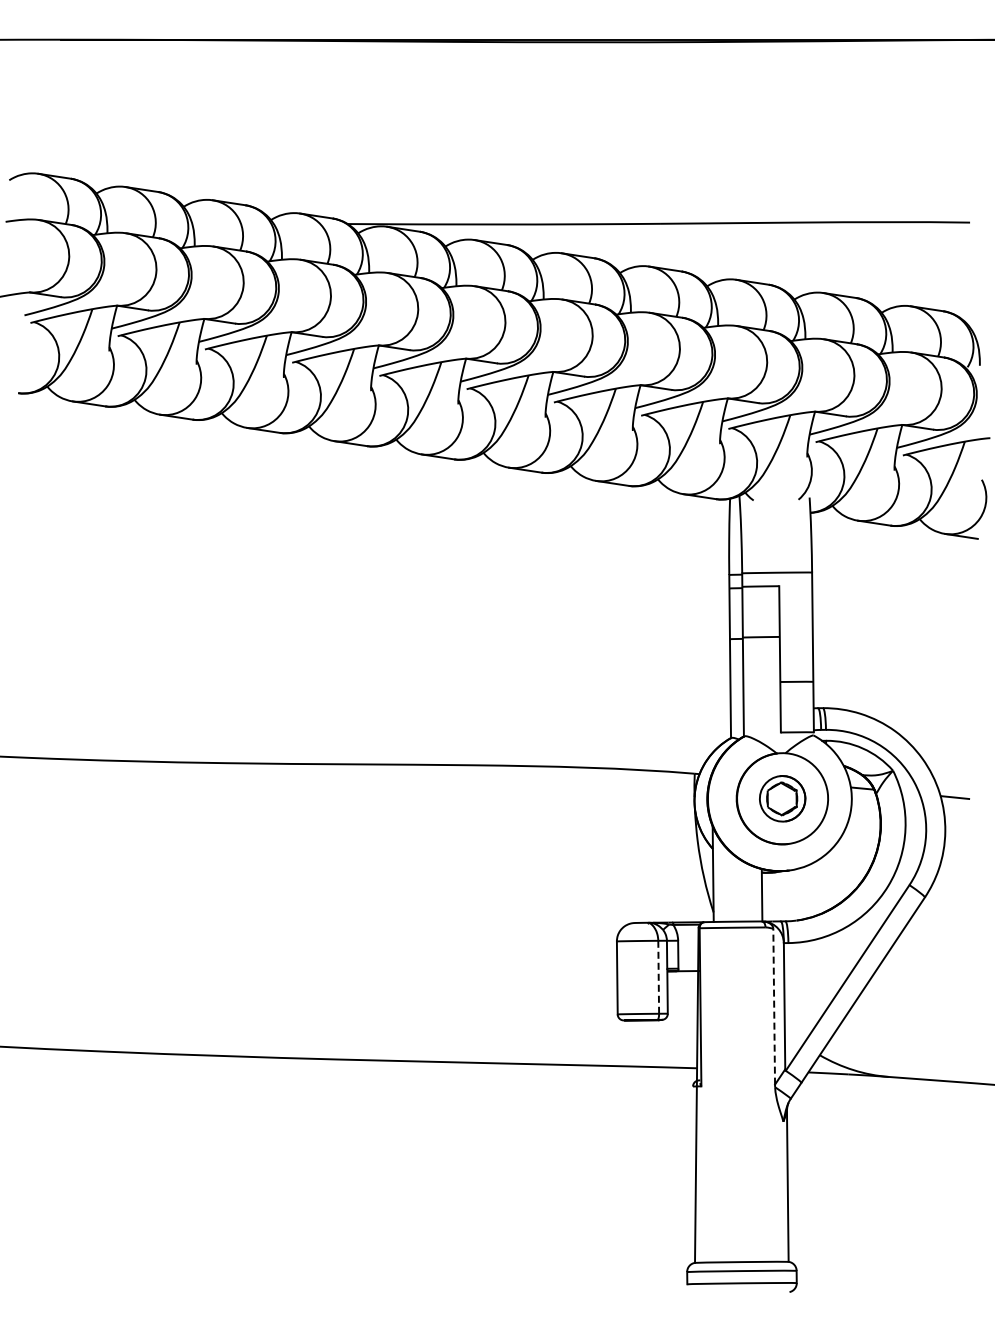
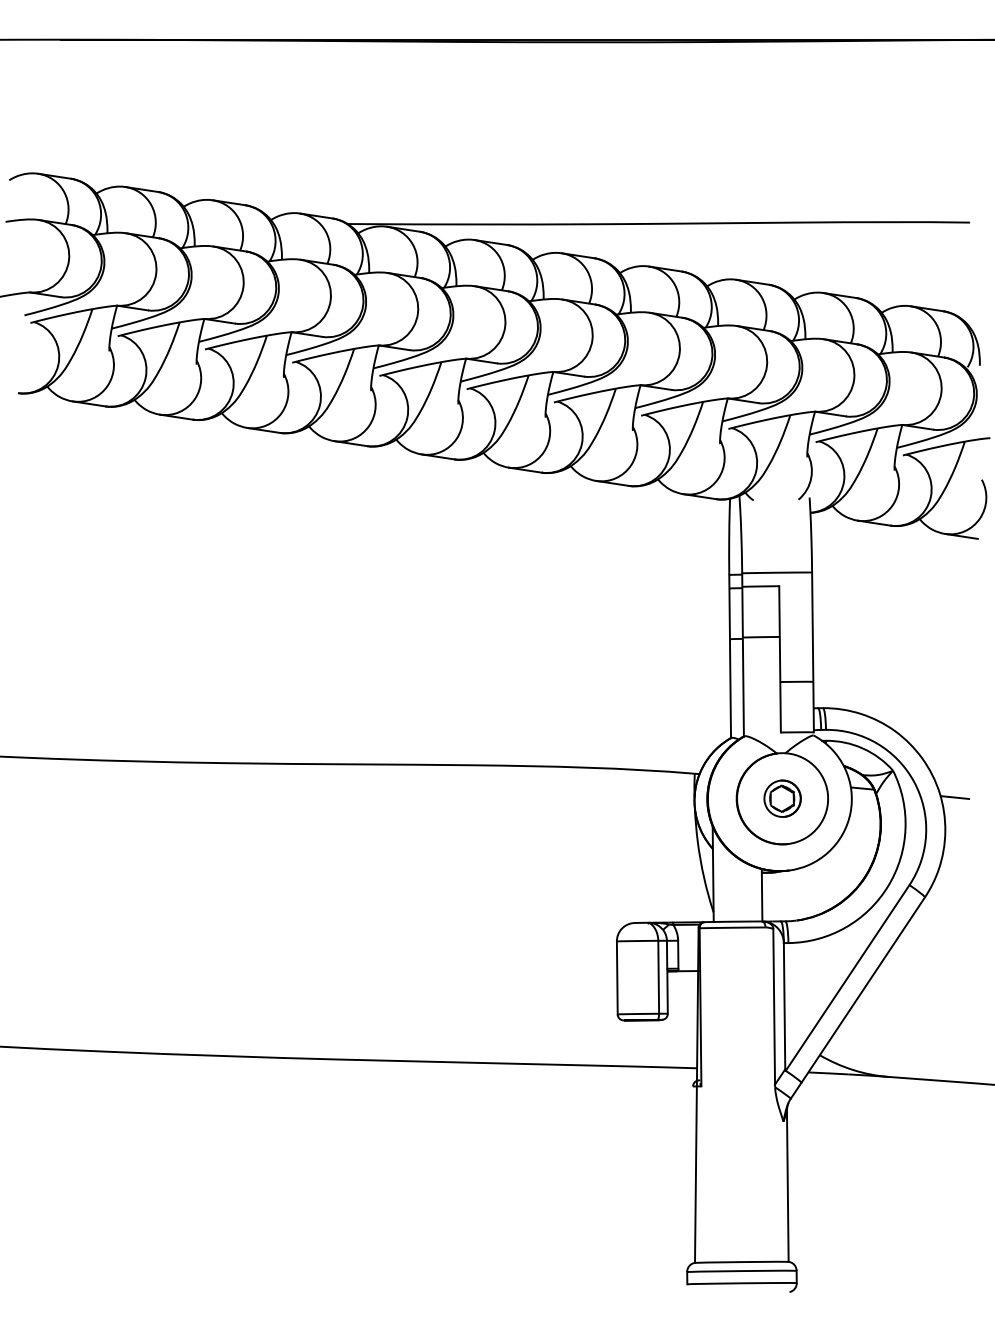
part at (782, 798) size: 48x48 px -> 39x39 px
line at (658, 977): dashed -> solid
line at (774, 1006): dashed -> solid
